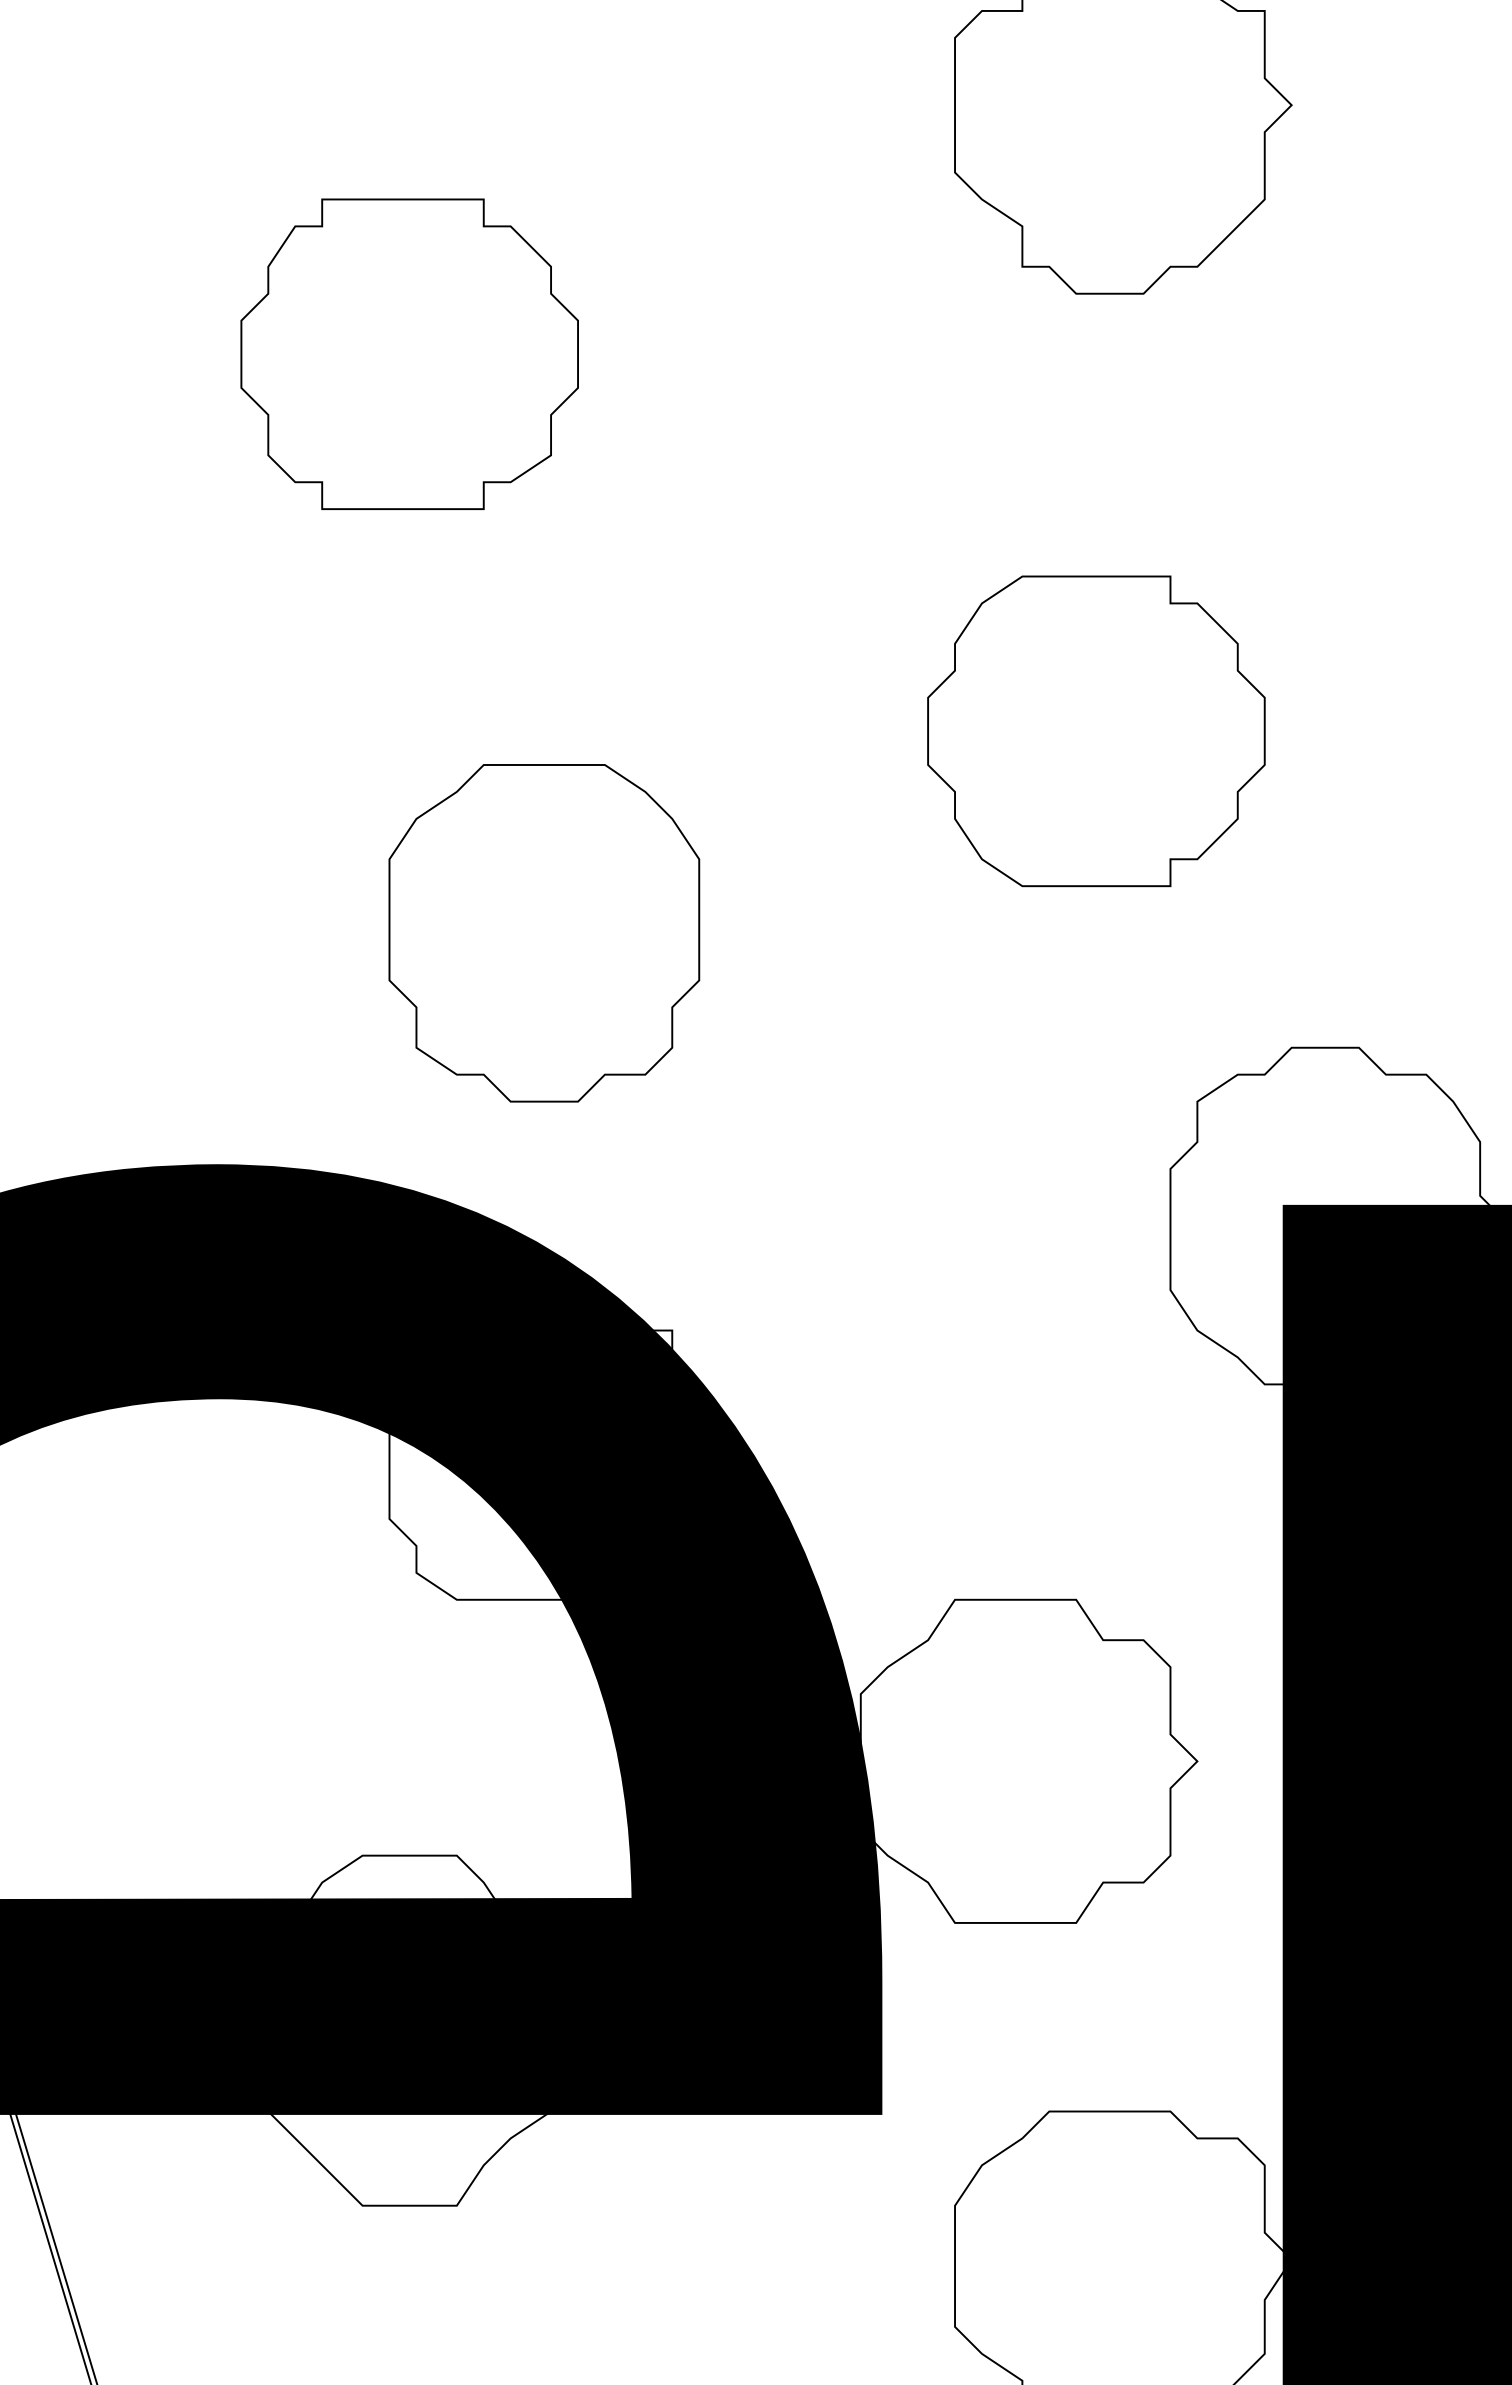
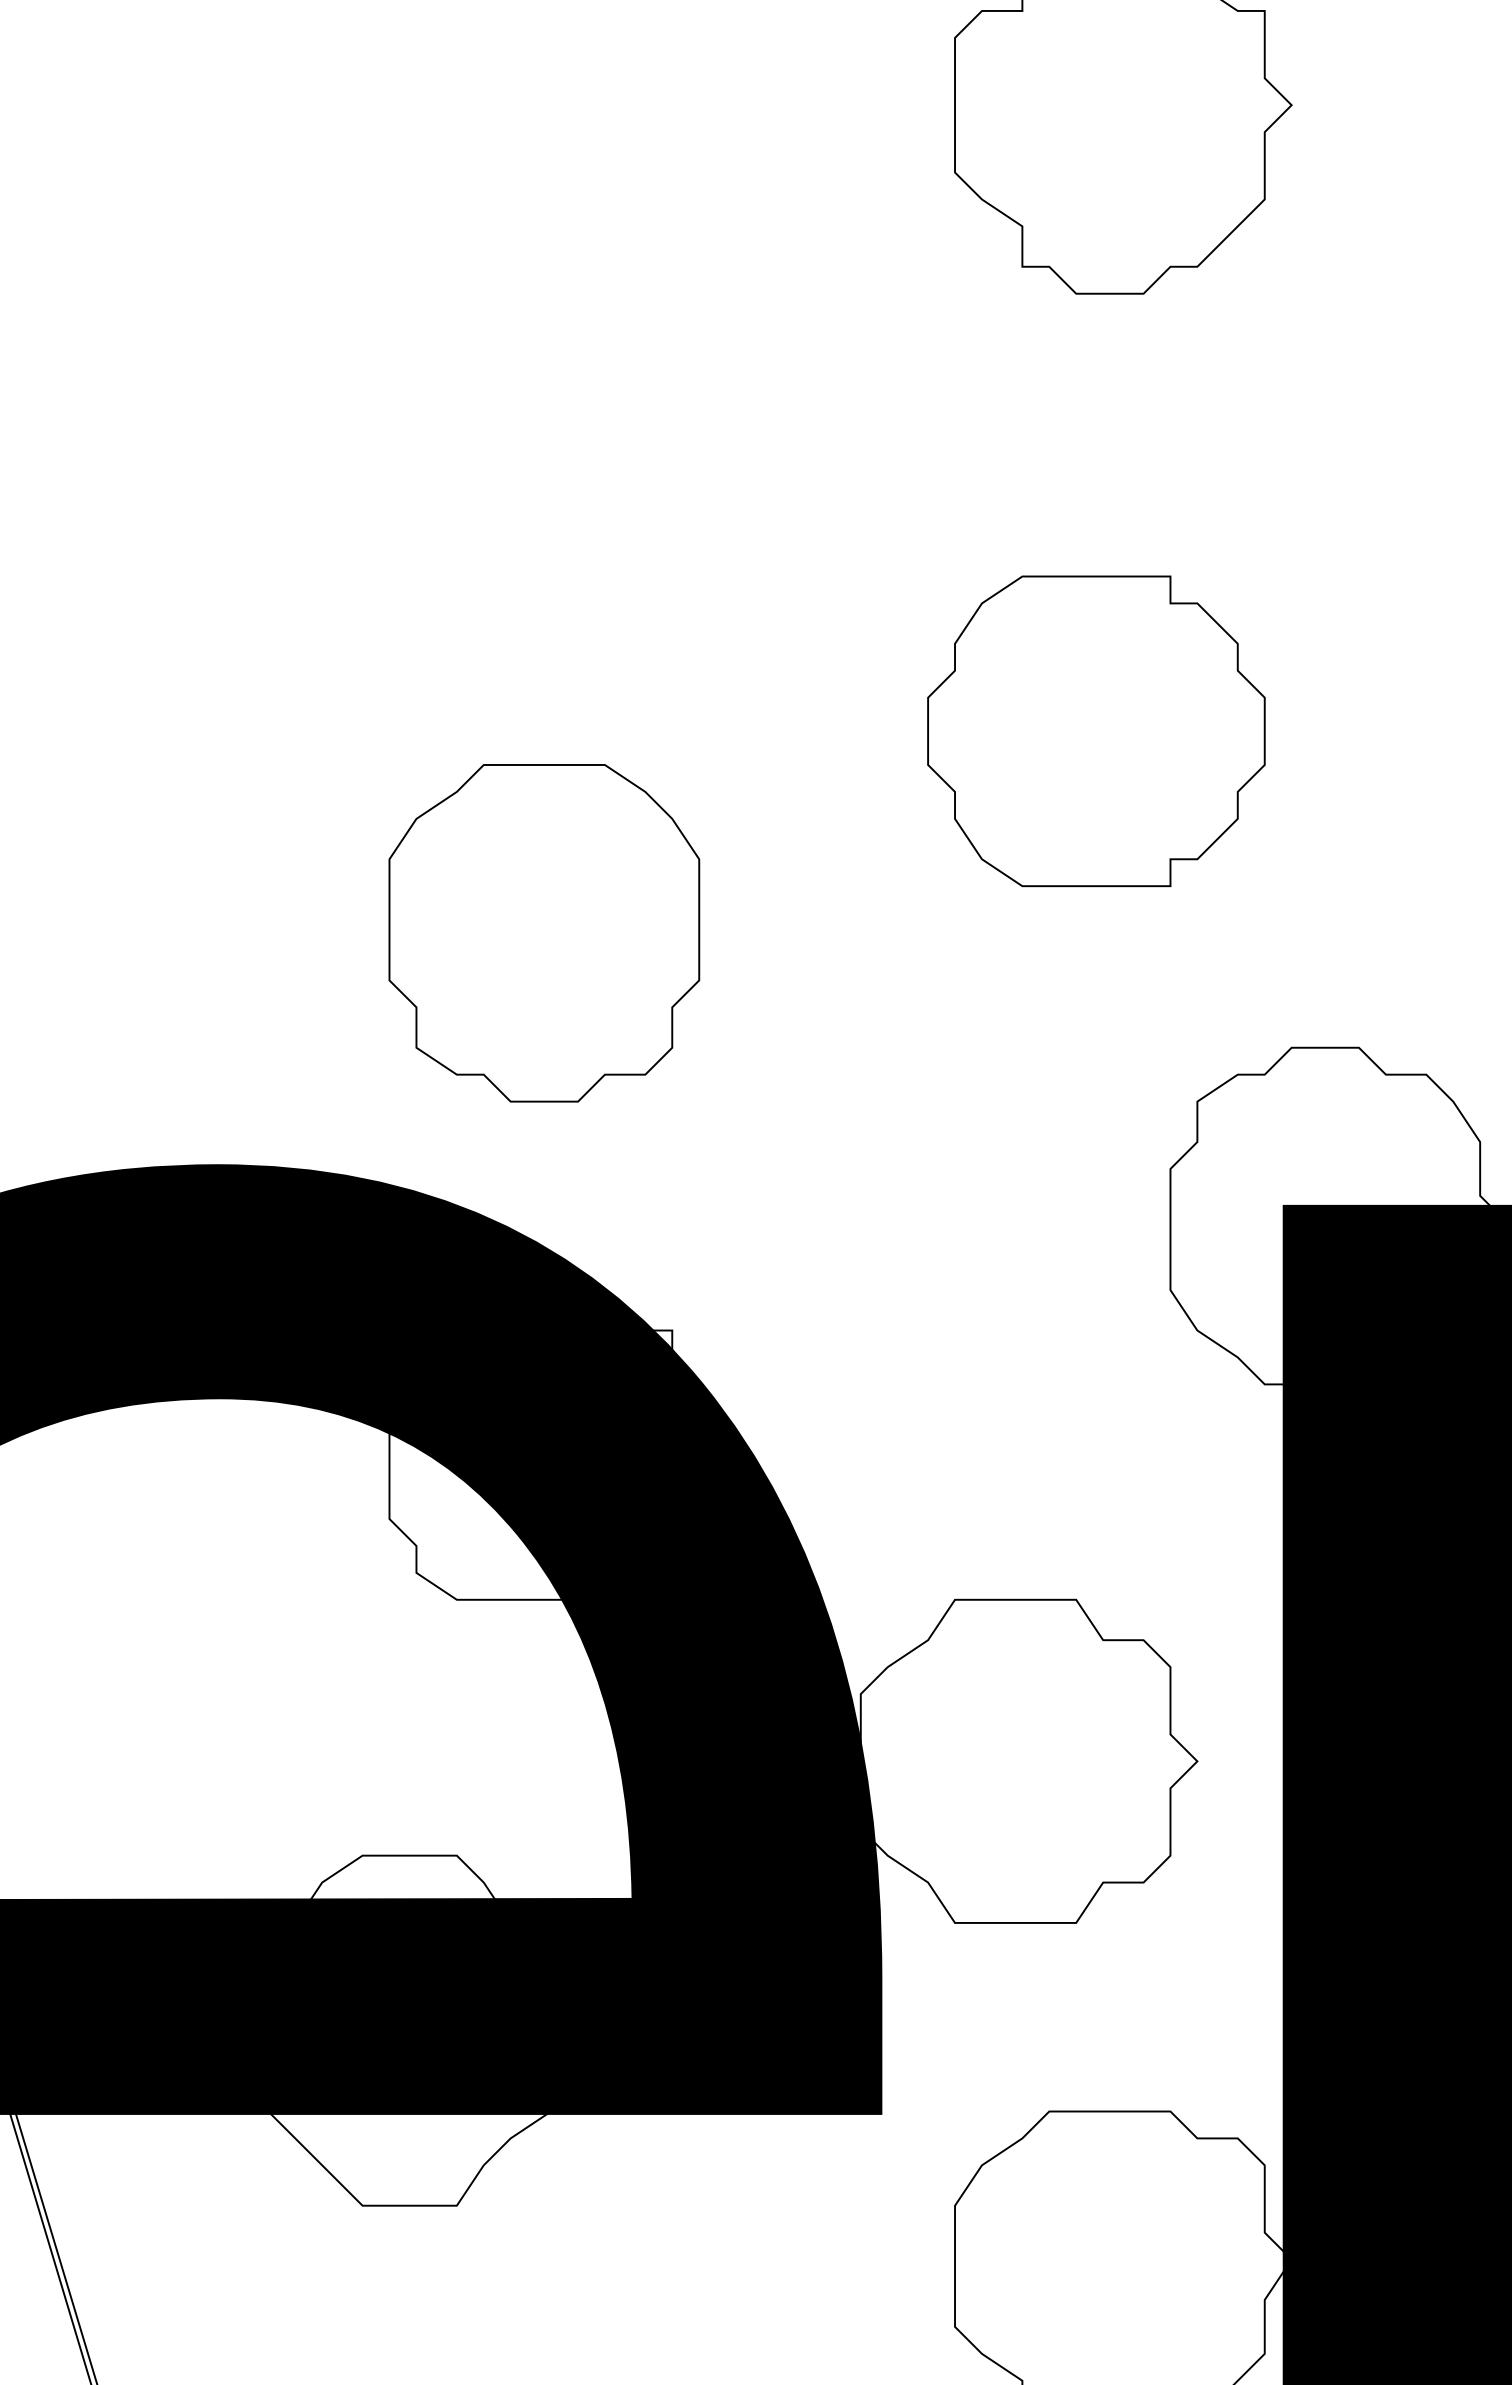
part at (409, 353): present -> none
